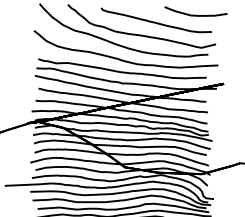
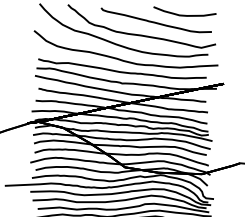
curve at (195, 14) position: (195, 14) -> (184, 14)
